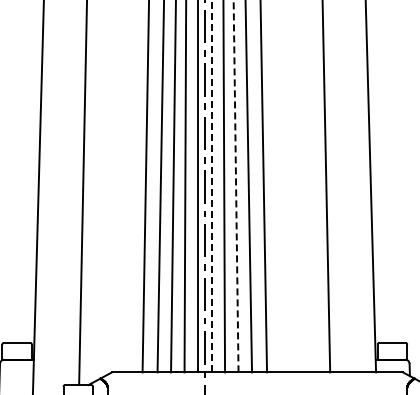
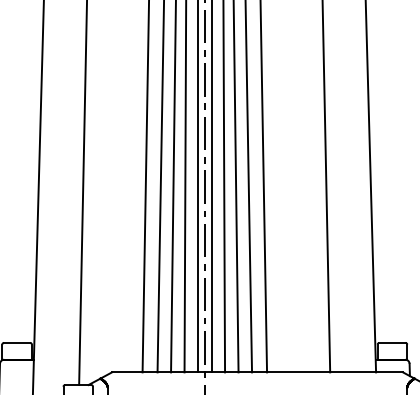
line at (211, 186): dashed -> solid
line at (236, 186): dashed -> solid
